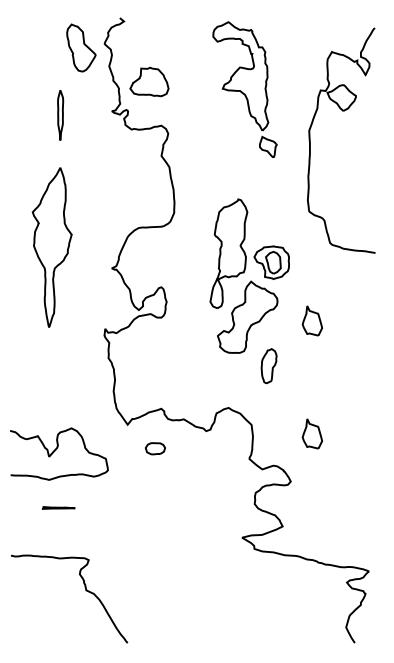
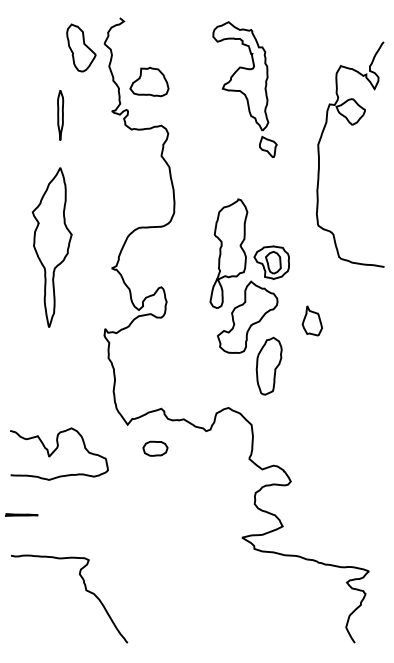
part at (342, 111) position: (342, 111) -> (351, 125)
part at (268, 366) size: 18x37 px -> 28x60 px
part at (311, 433): present -> none
part at (155, 448) size: 21x14 px -> 27x17 px
line at (58, 507) position: (58, 507) -> (21, 514)
